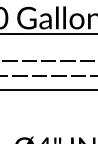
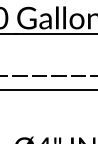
line at (48, 60): present -> none
